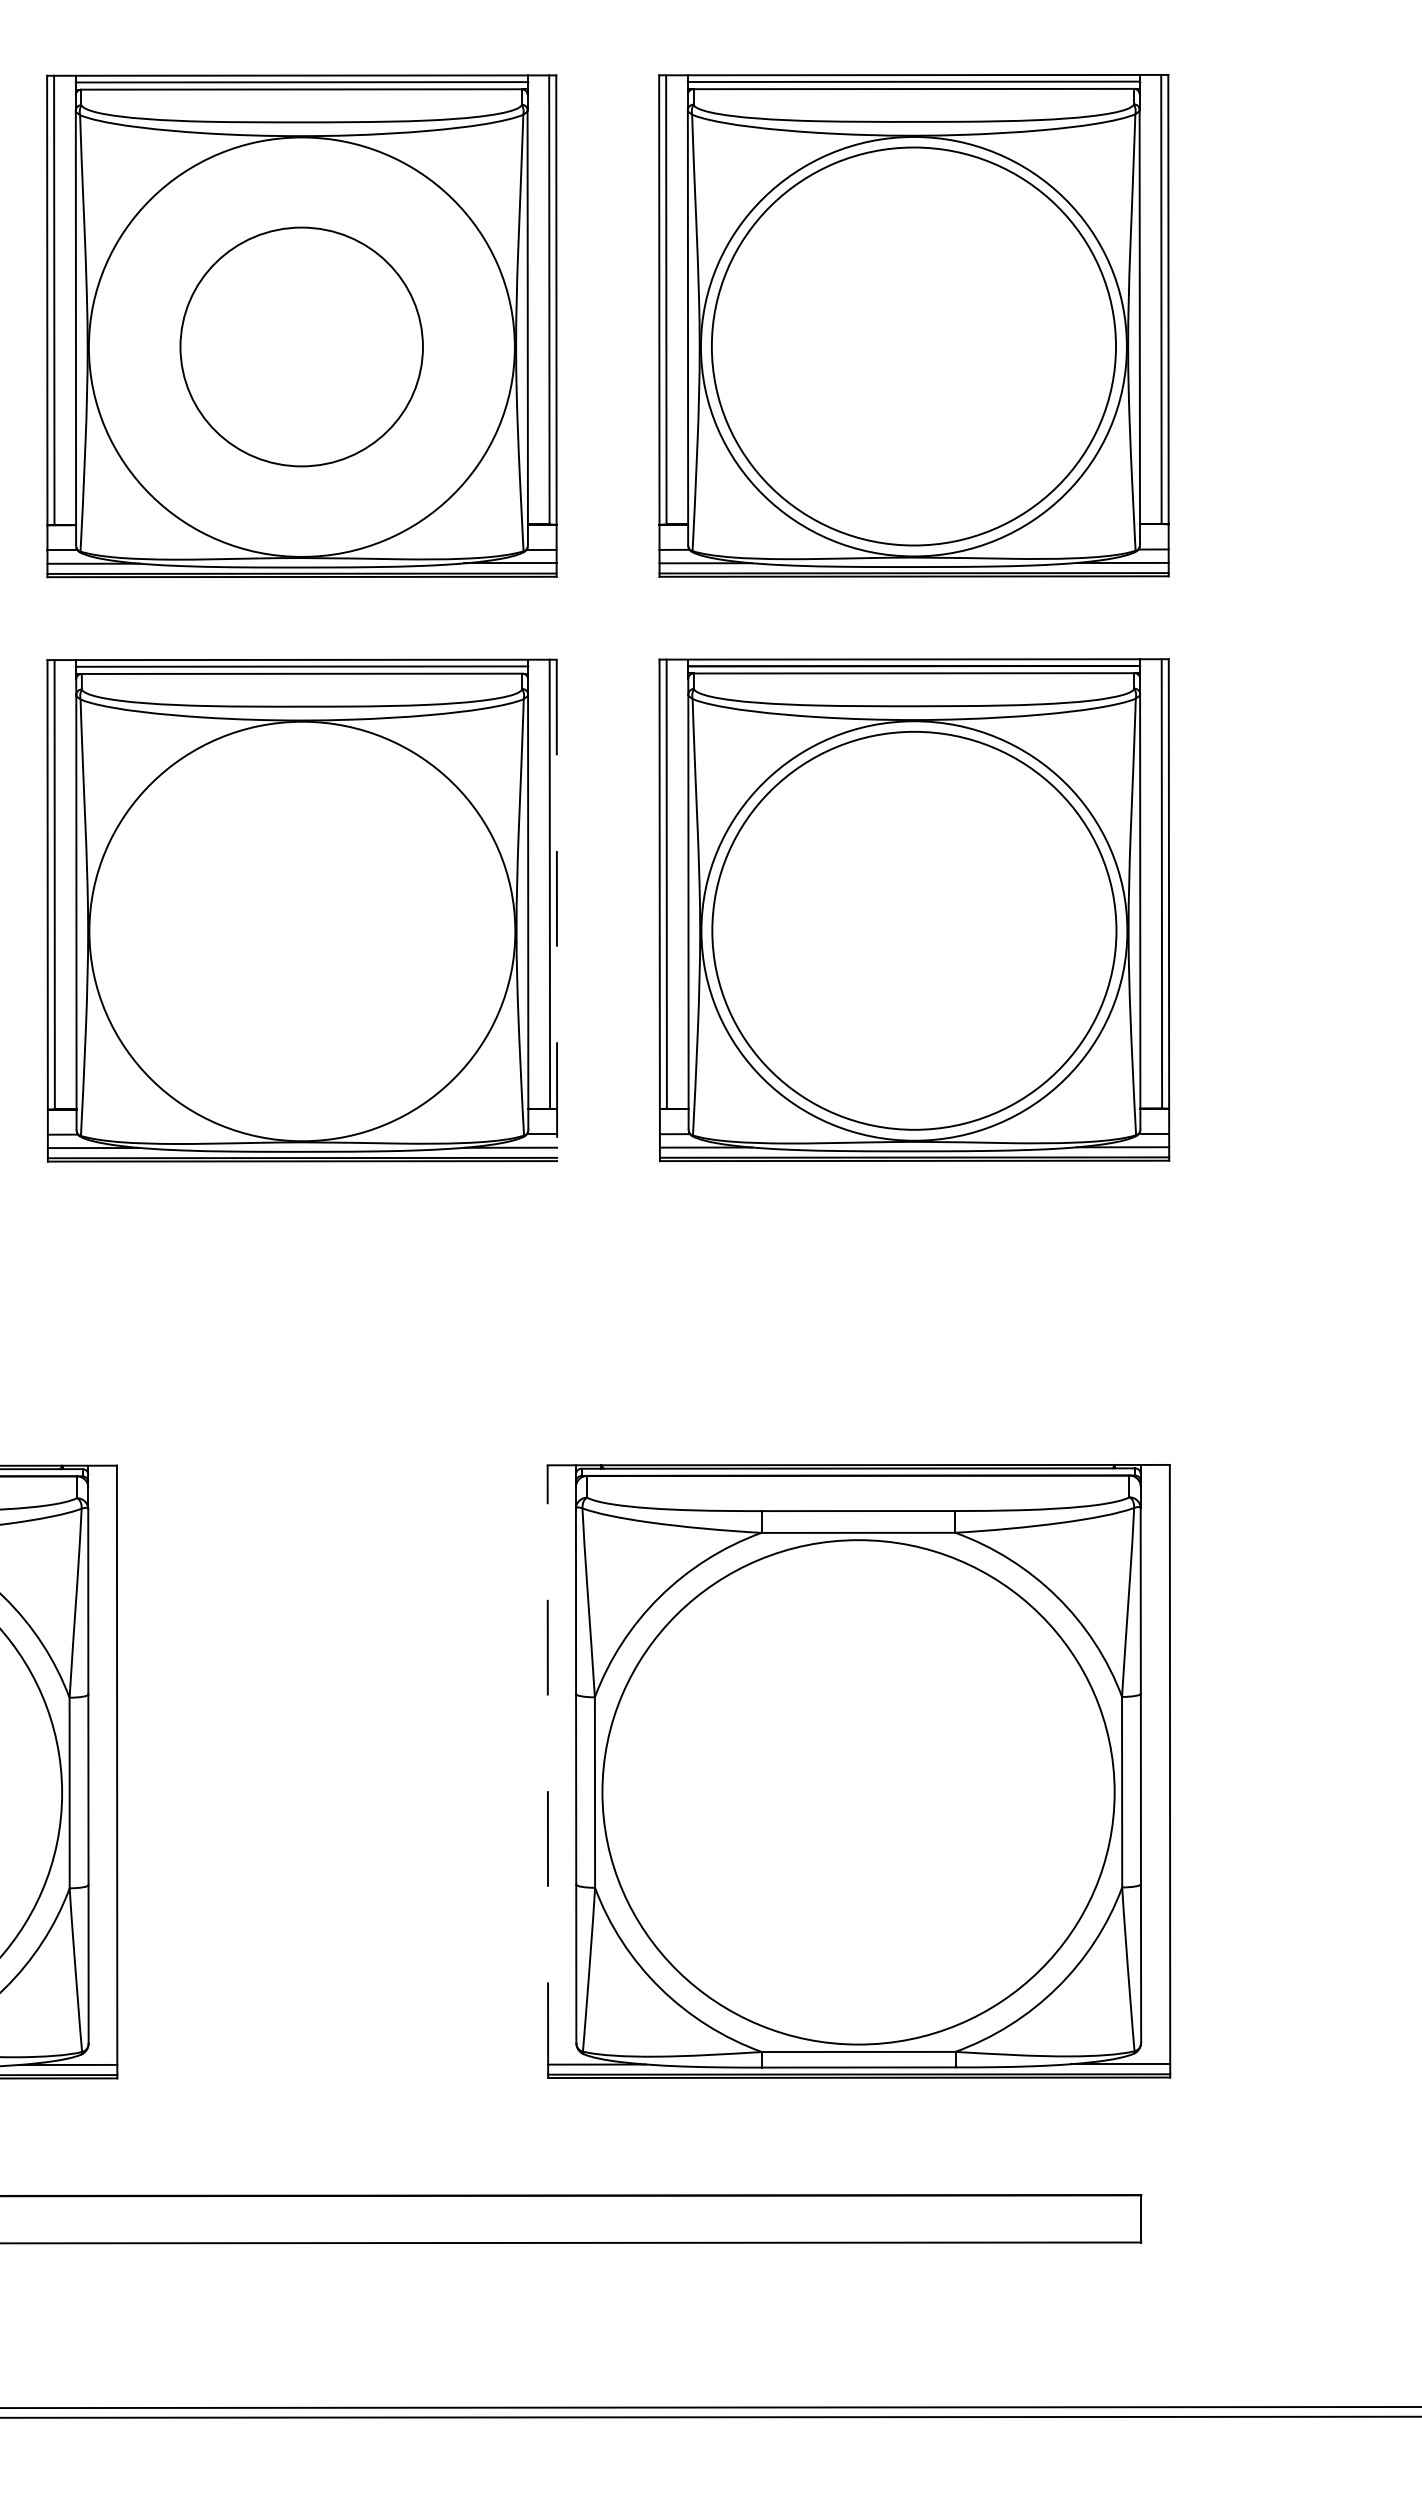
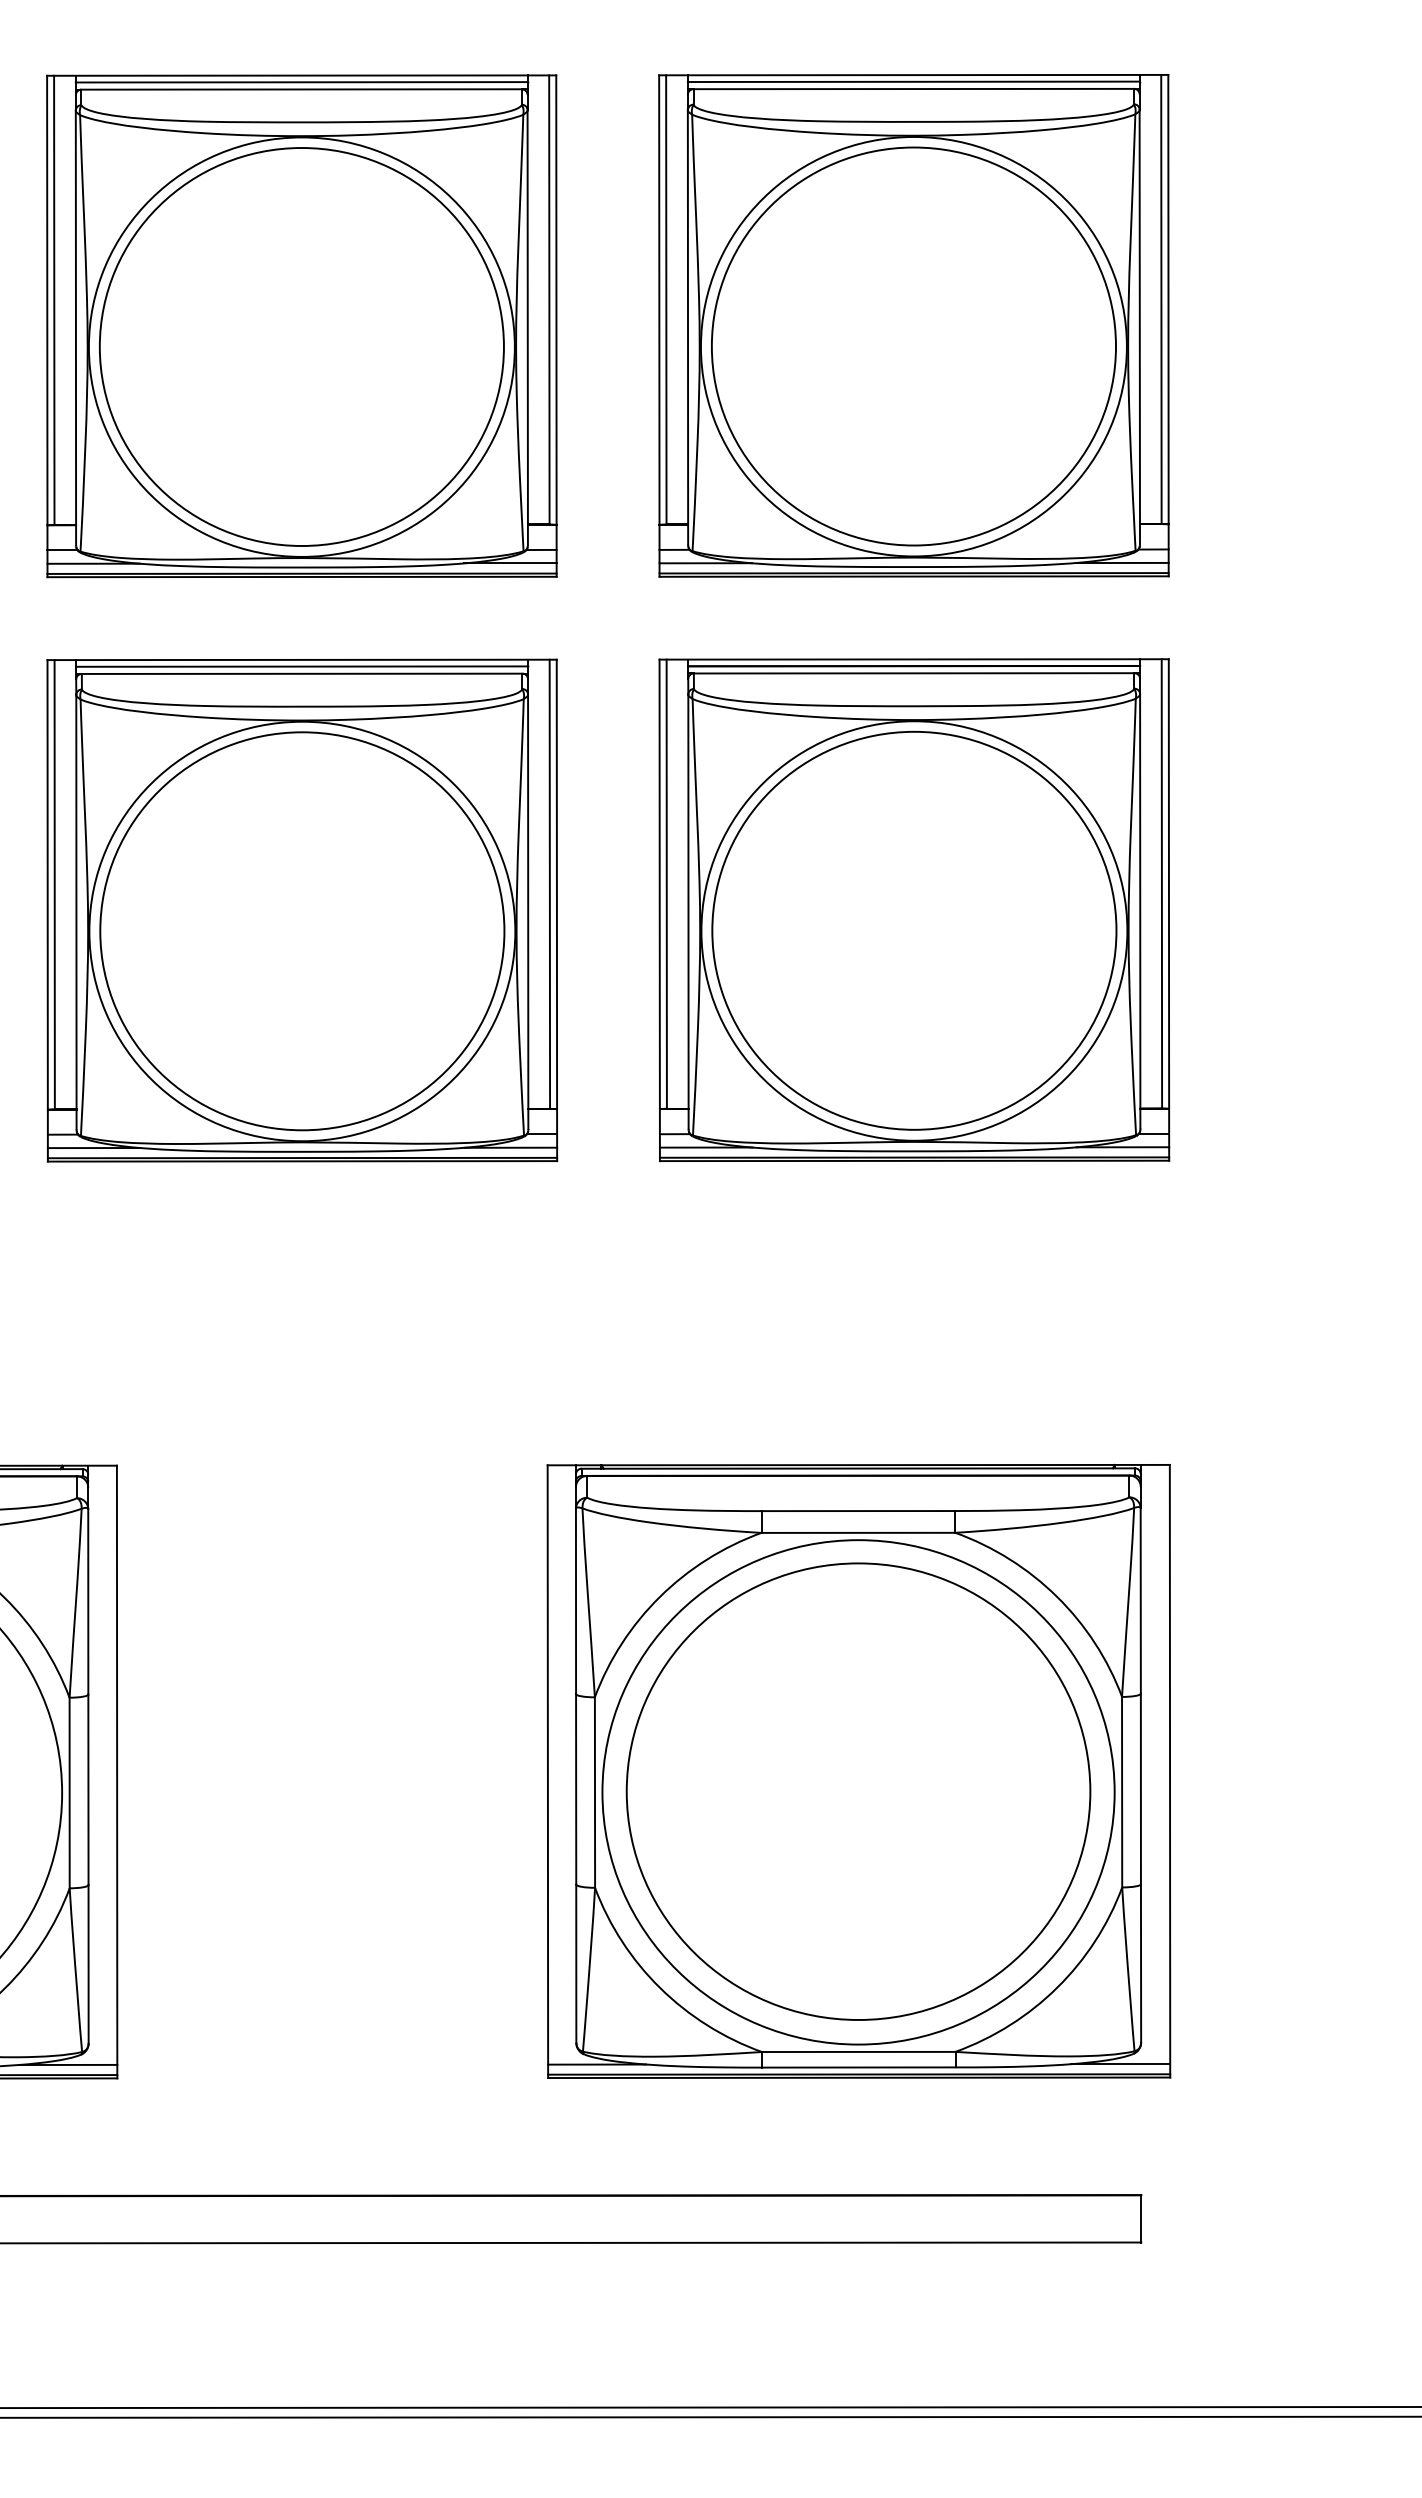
part at (301, 346) size: 245x242 px -> 407x400 px
line at (556, 910): dashed -> solid
part at (302, 931): none -> present
line at (547, 1771): dashed -> solid
part at (858, 1791): none -> present
